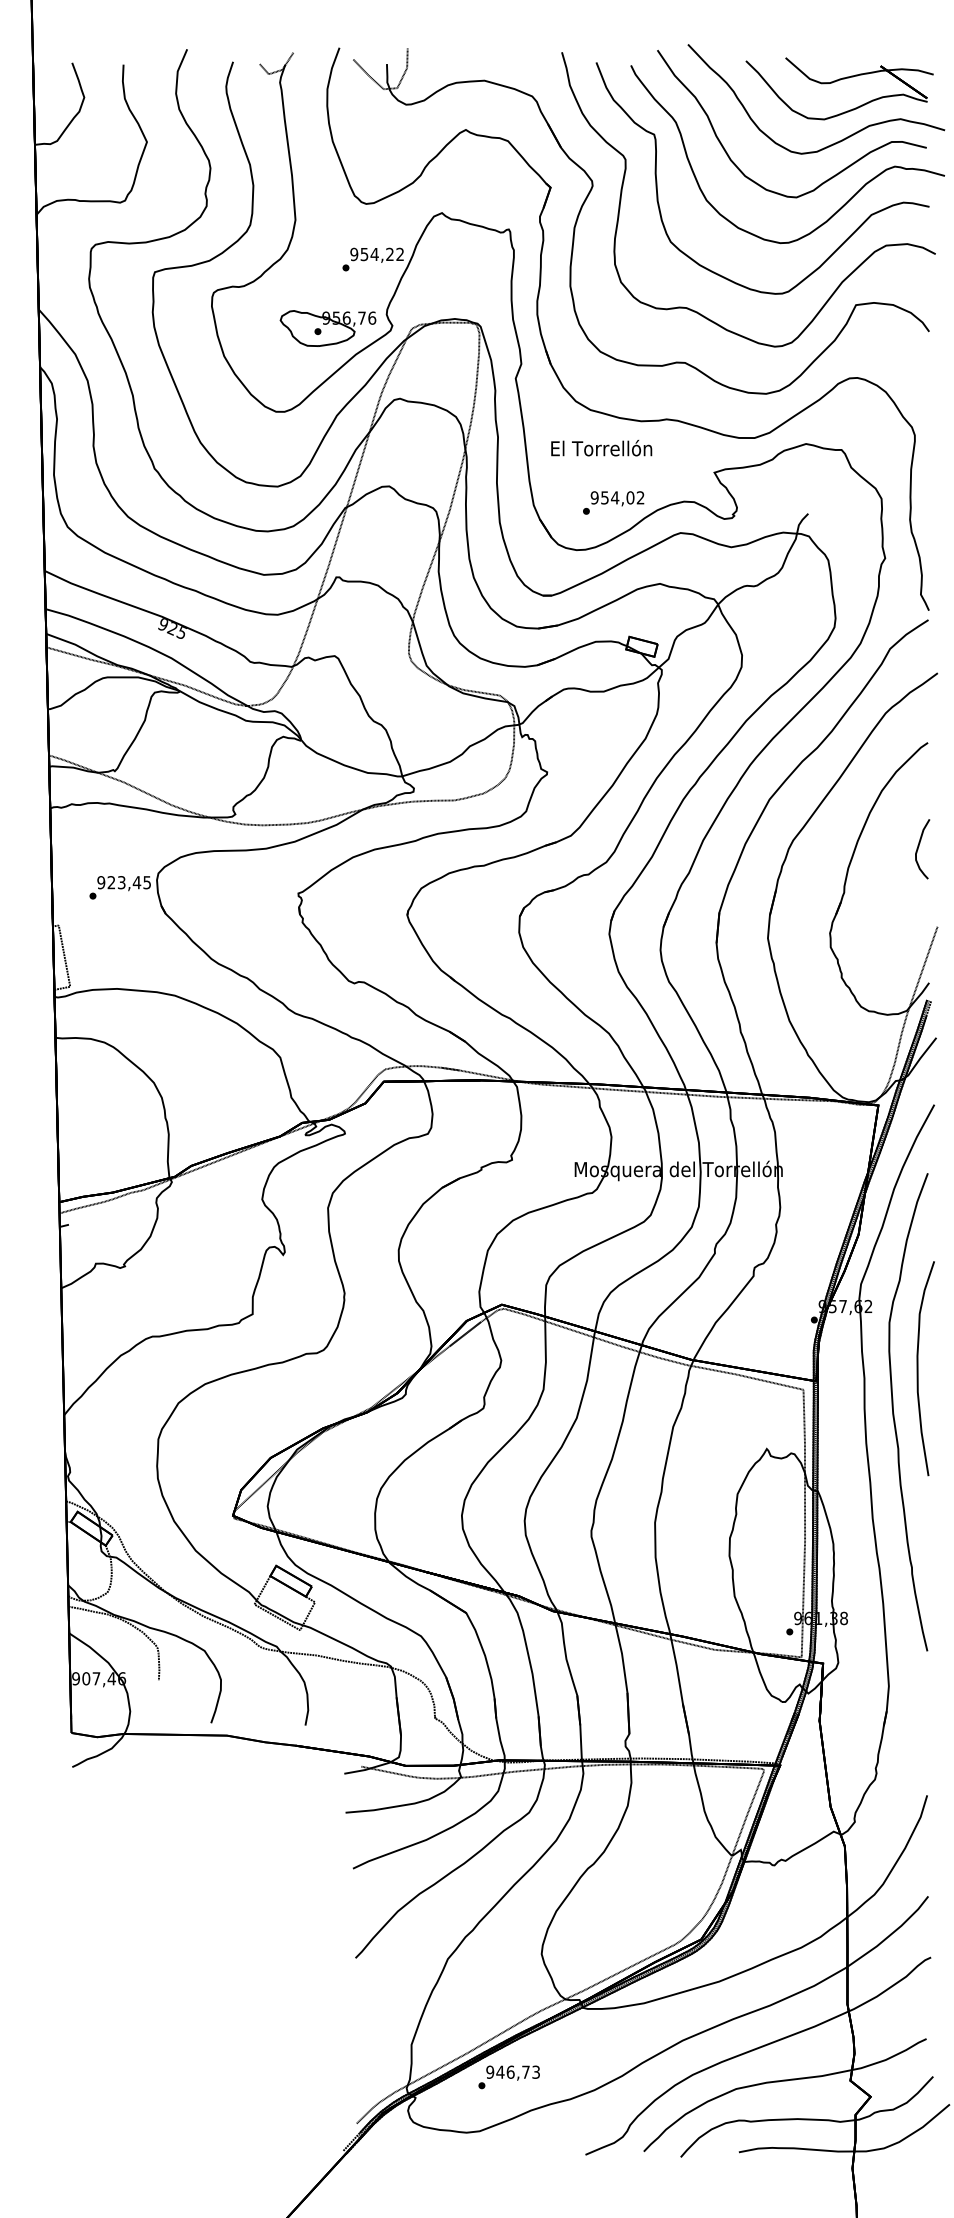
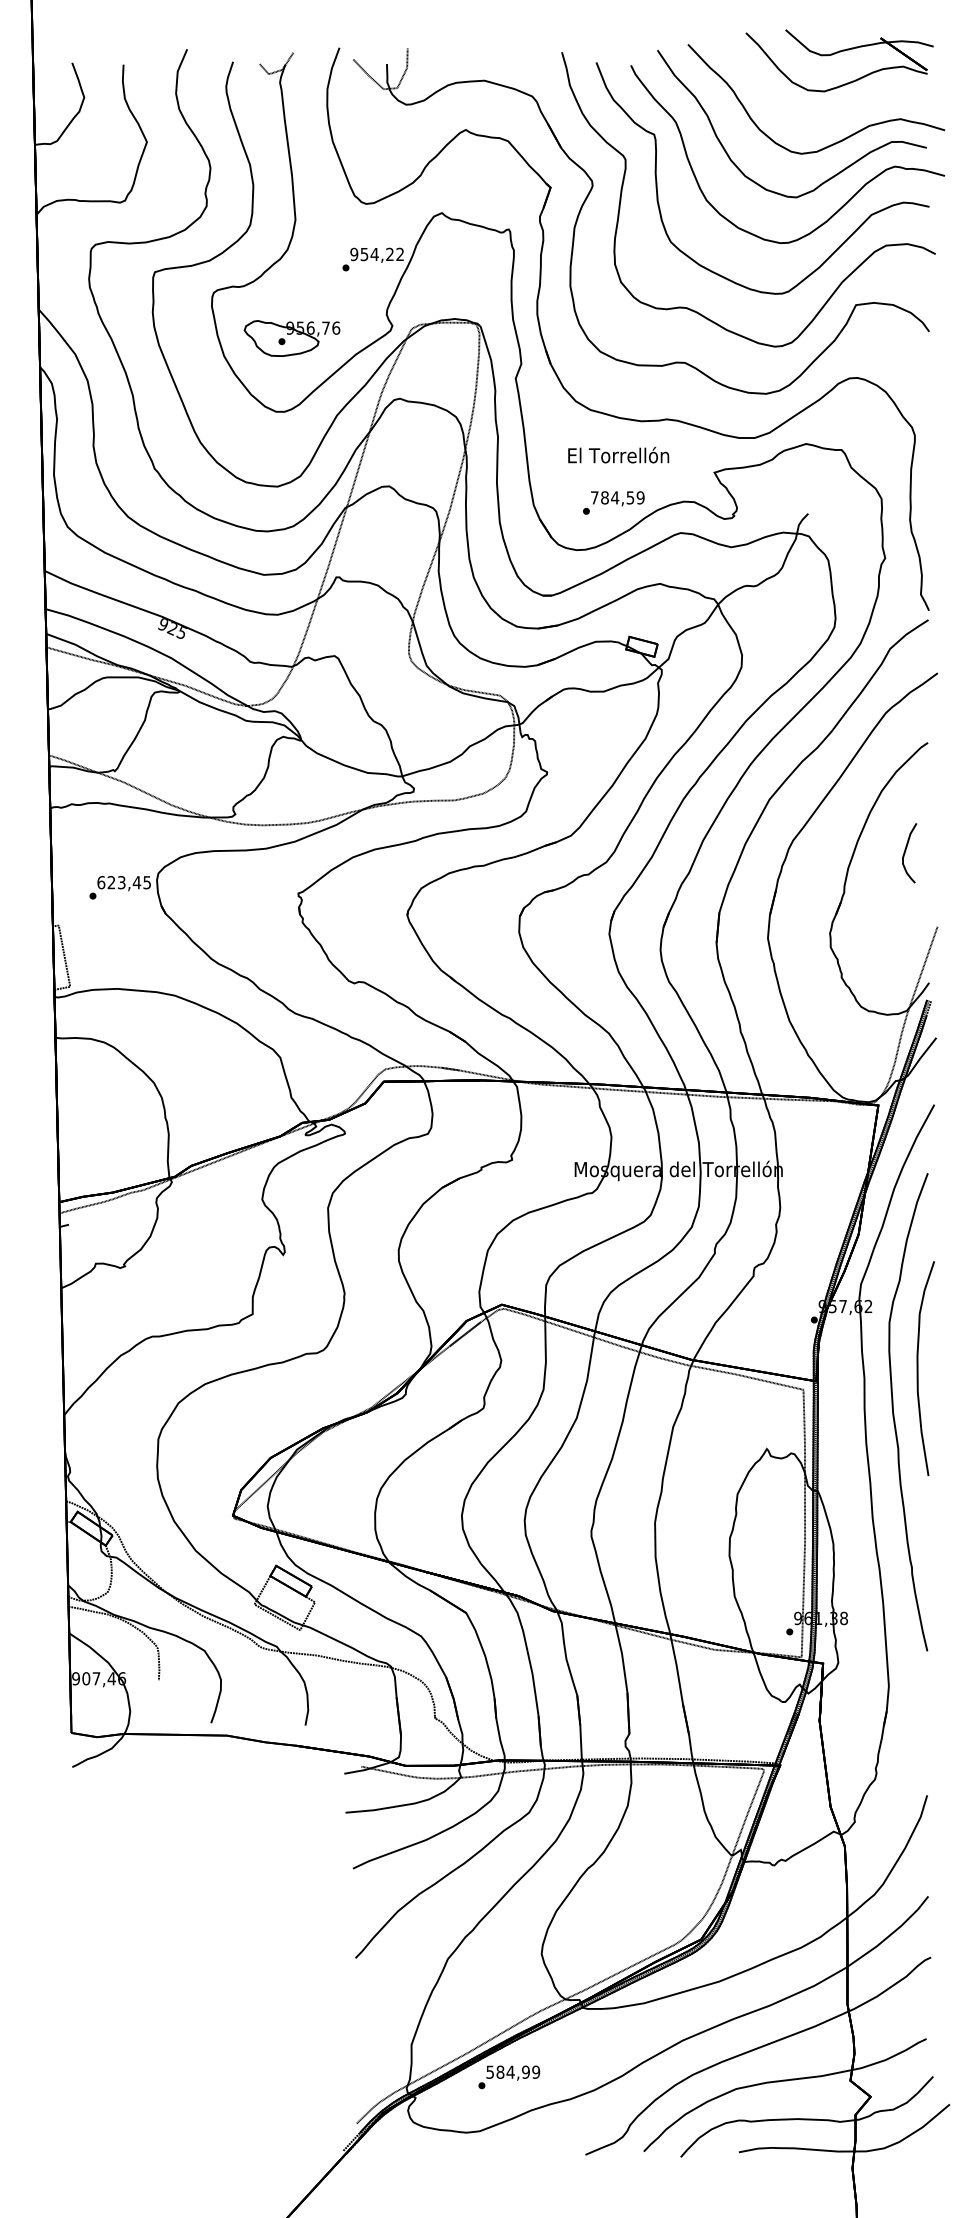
part at (835, 82) position: (835, 82) -> (835, 54)
part at (327, 328) position: (327, 328) -> (291, 338)
text at (601, 447) position: (601, 447) -> (618, 454)
text at (617, 497): 954,02 -> 784,59
curve at (918, 849) position: (918, 849) -> (905, 853)
text at (101, 882): 923,45 -> 623,45
text at (513, 2071): 946,73 -> 584,99
